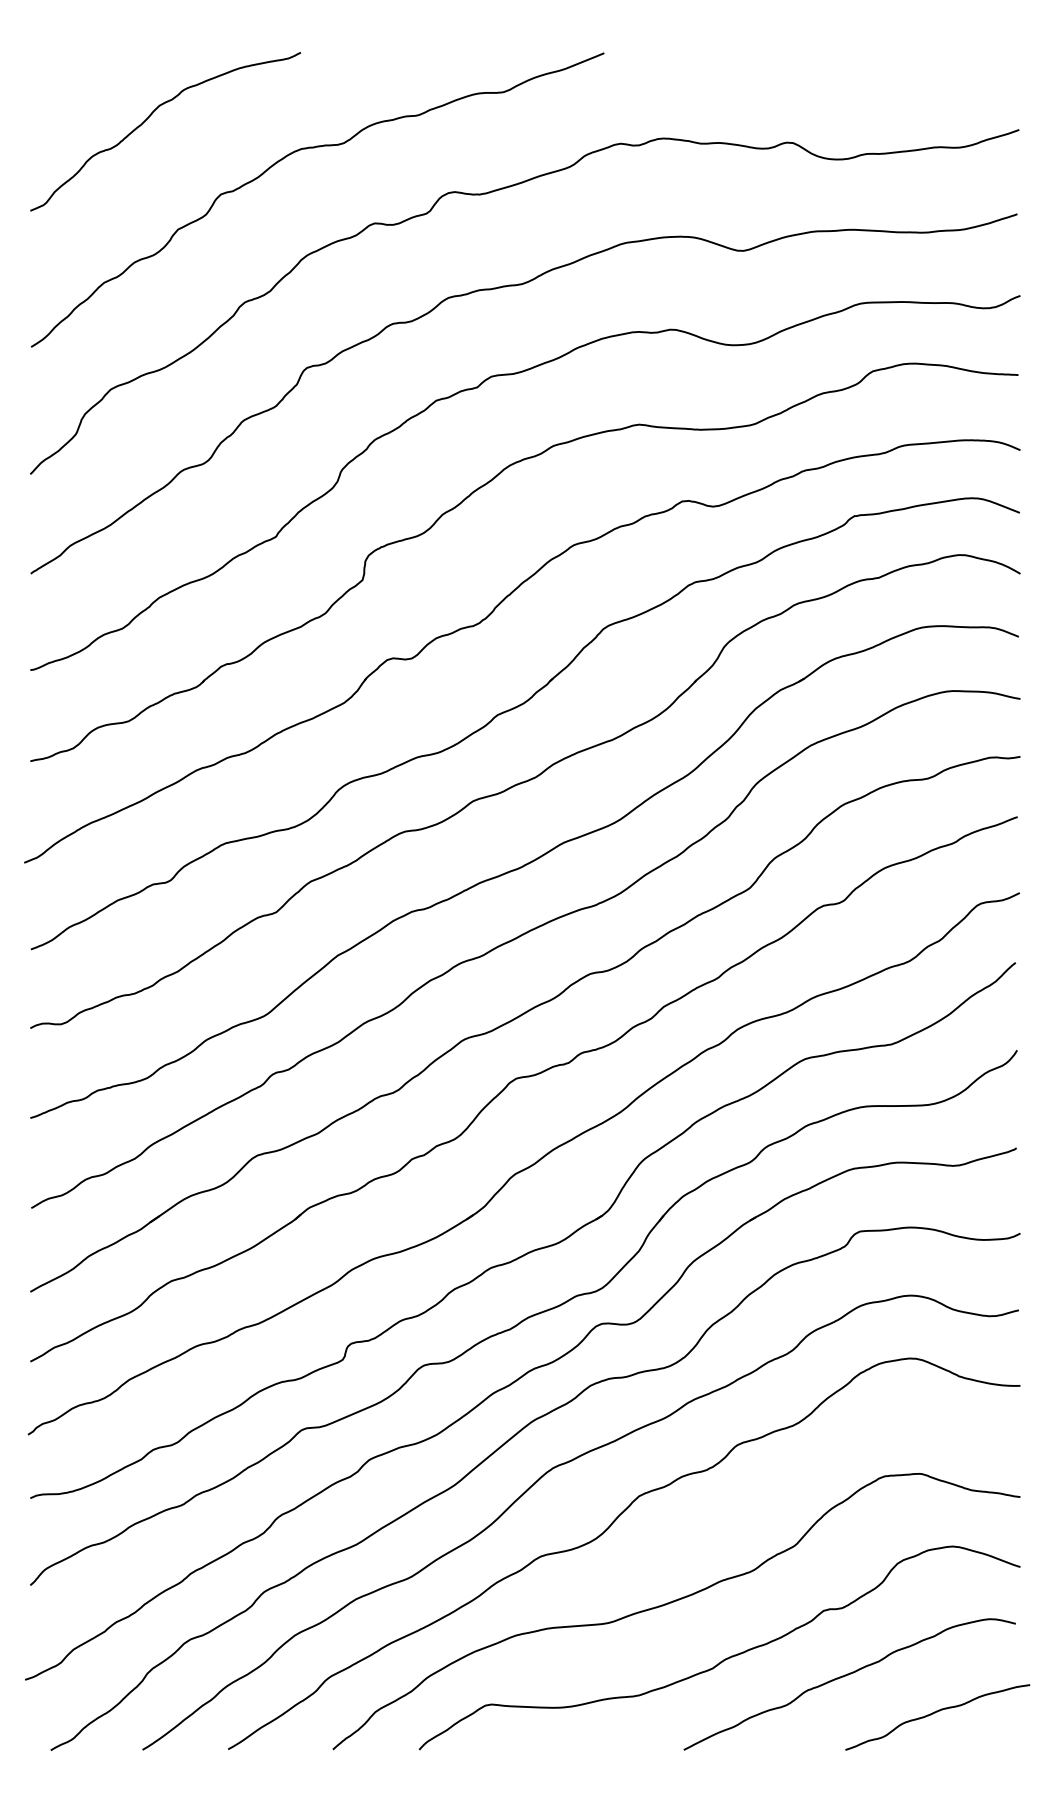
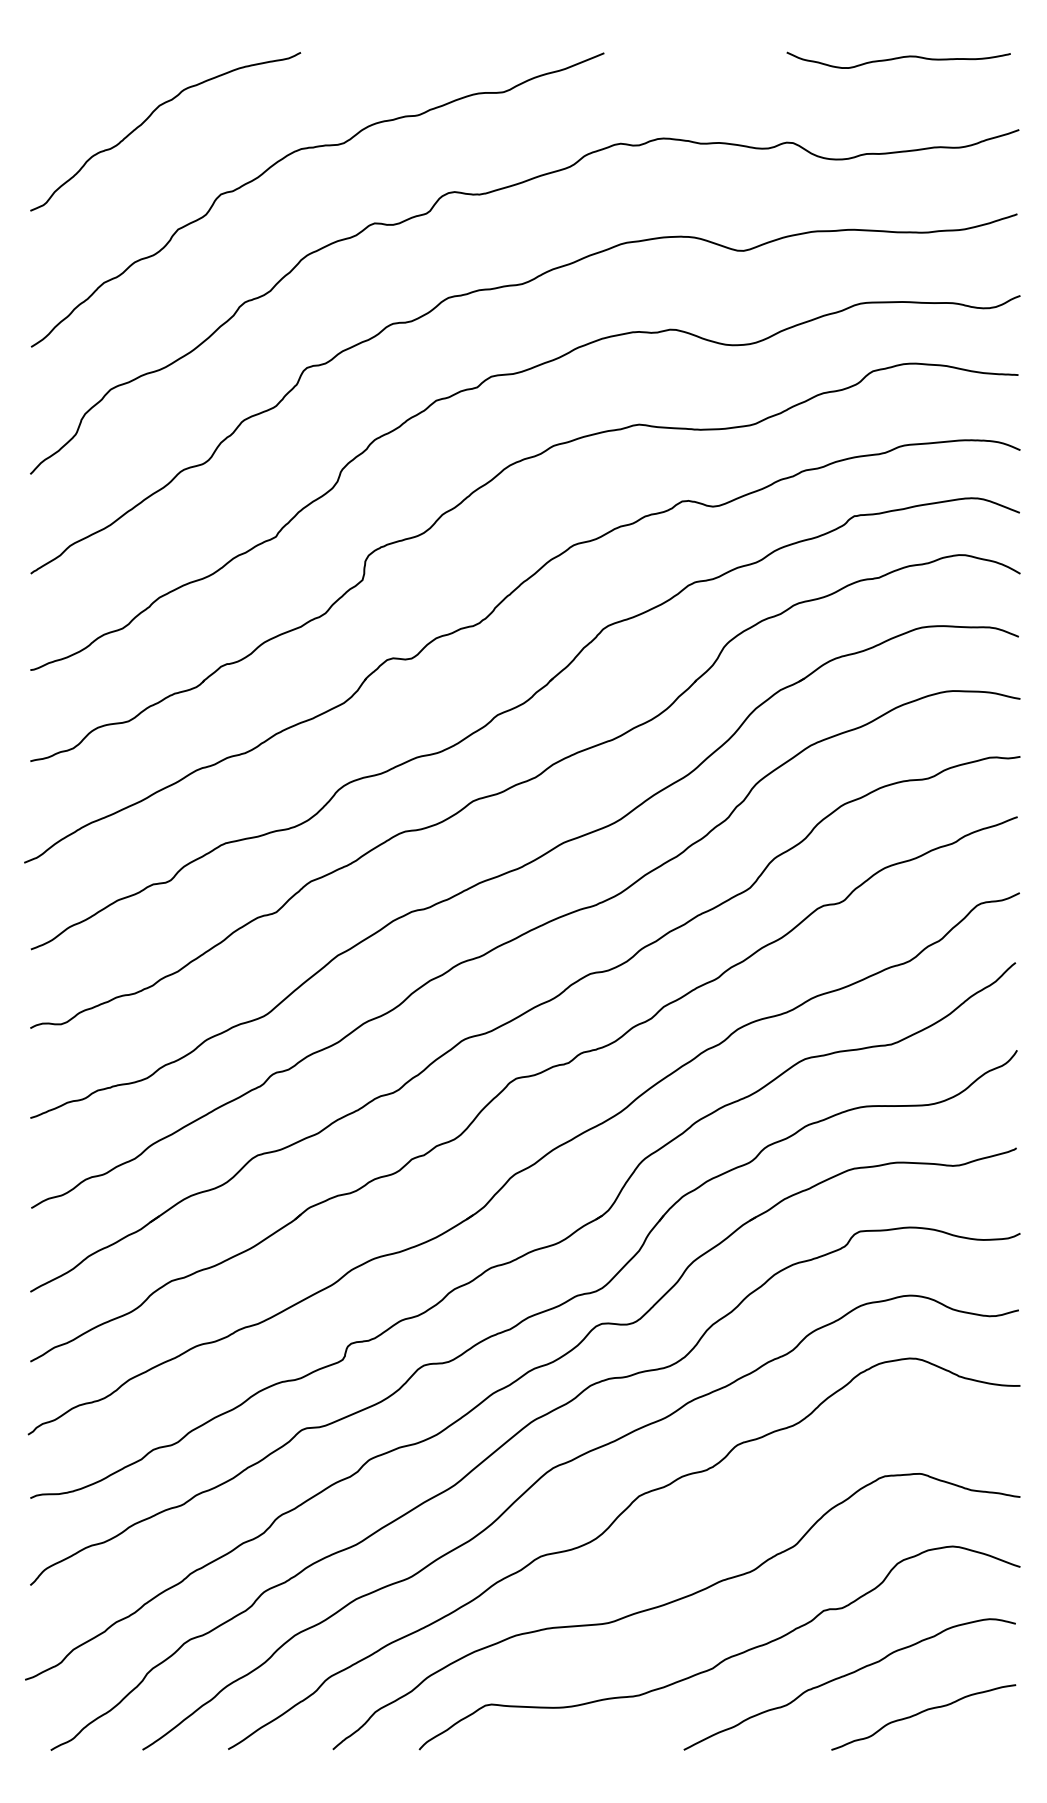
curve at (898, 58): none -> present
curve at (935, 1713) position: (935, 1713) -> (921, 1713)
